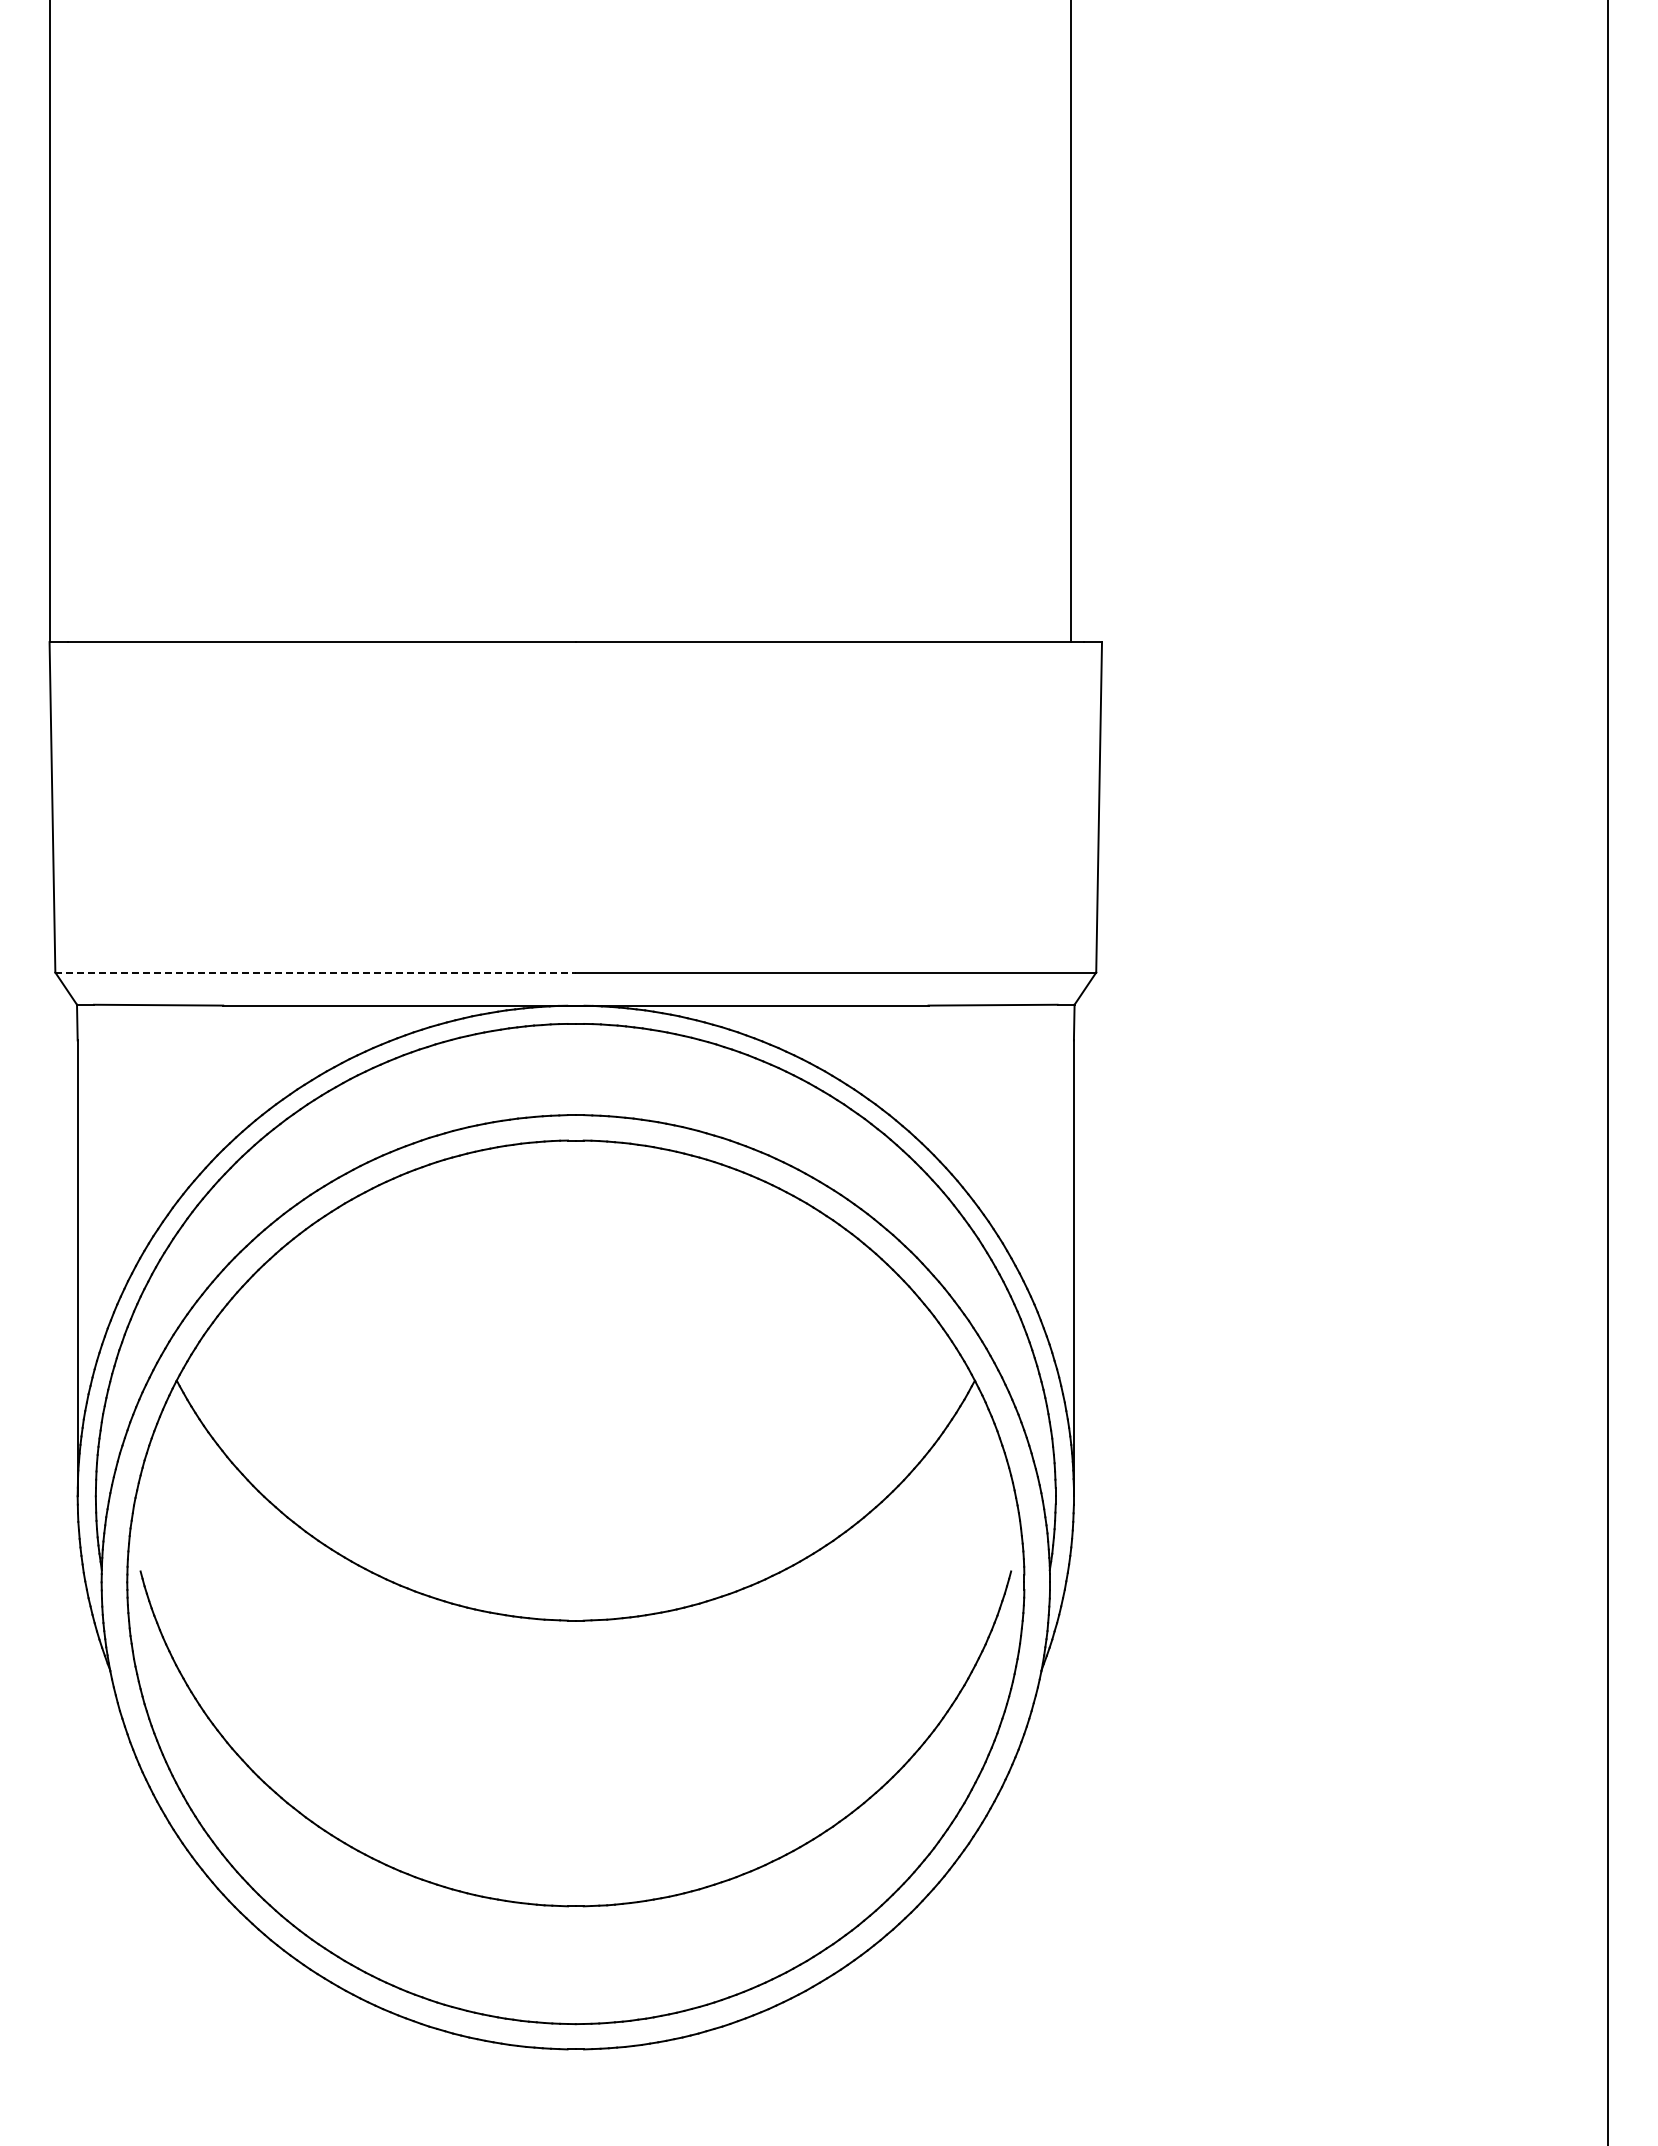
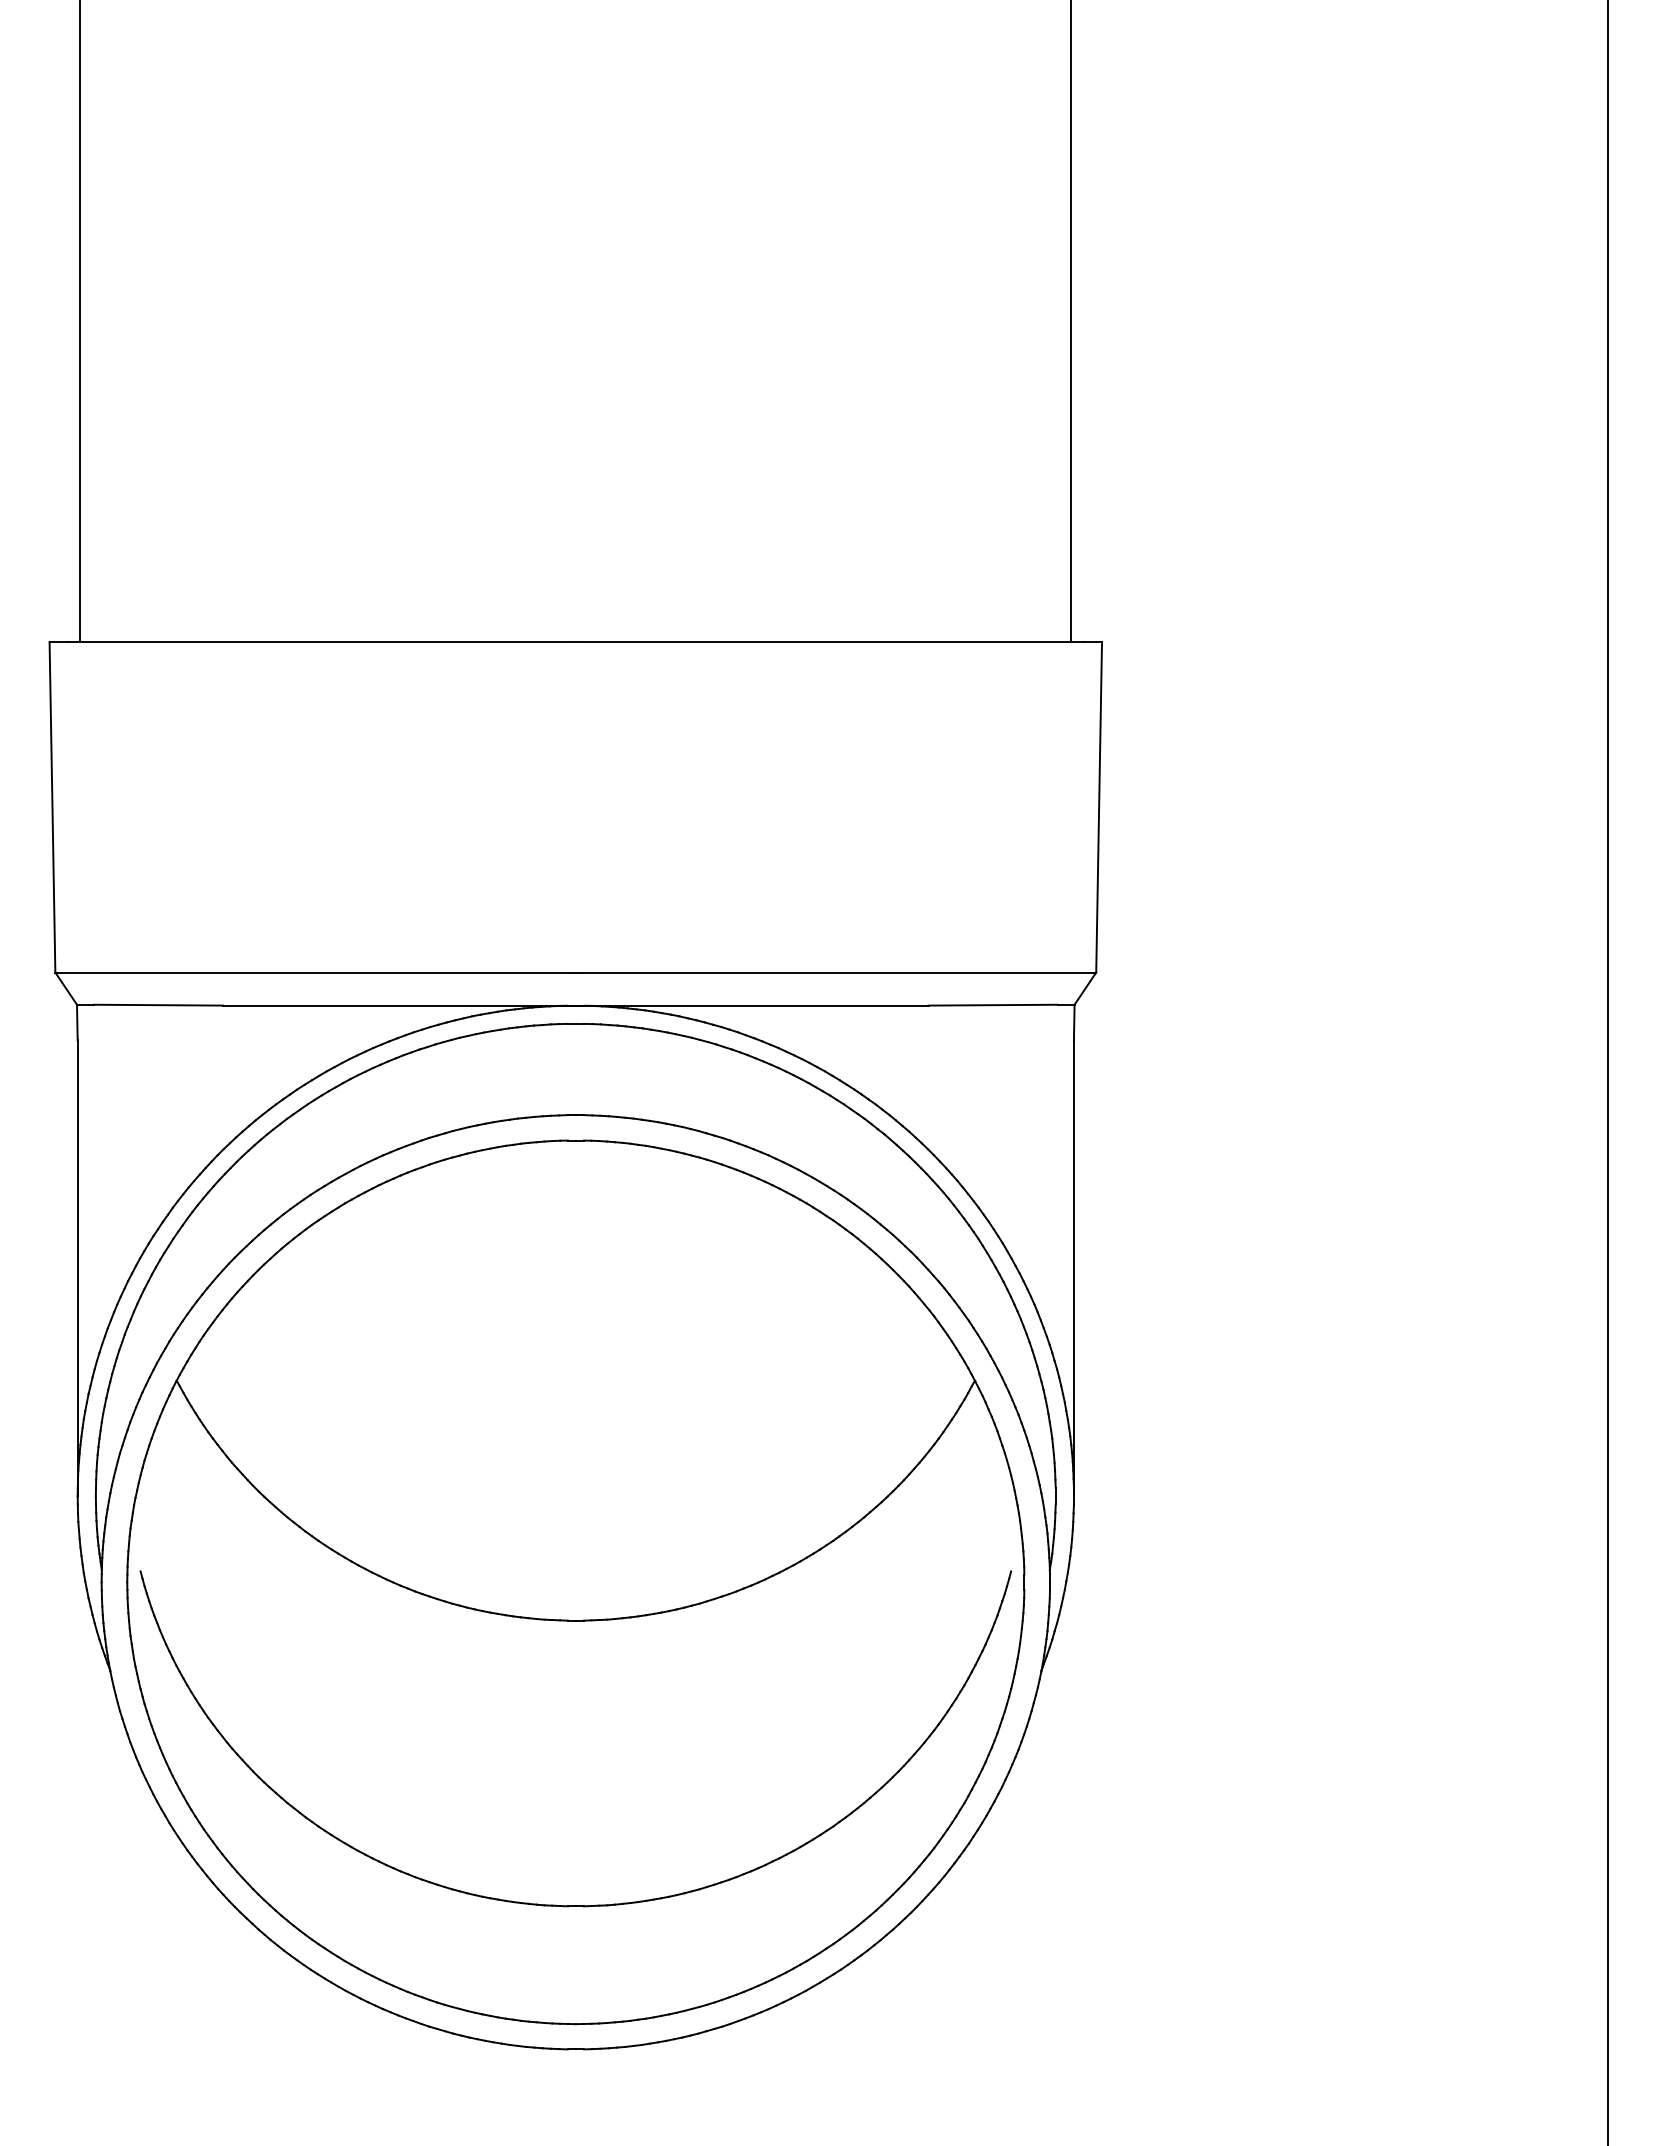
line at (50, 322) position: (50, 322) -> (80, 322)
line at (316, 972): dashed -> solid
